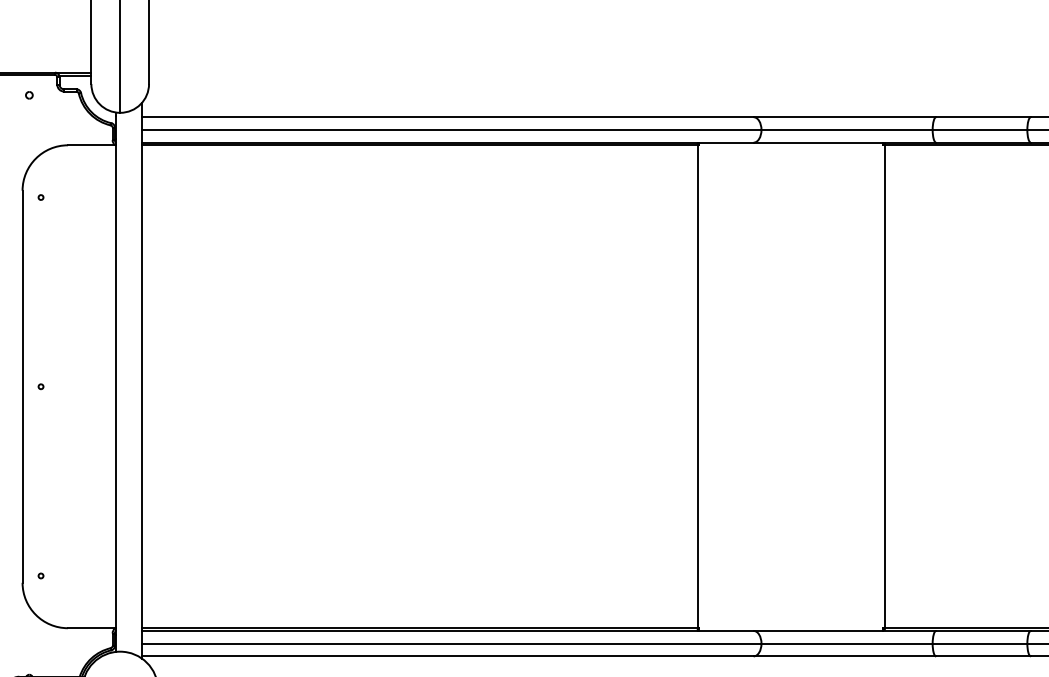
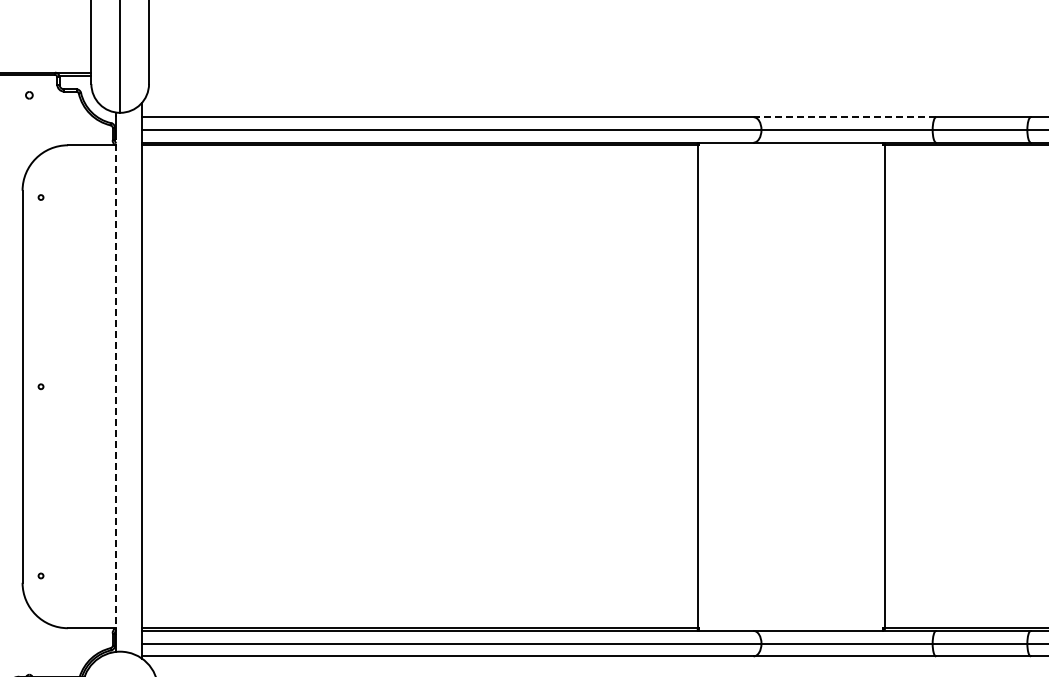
line at (844, 117): solid -> dashed
line at (116, 386): solid -> dashed
